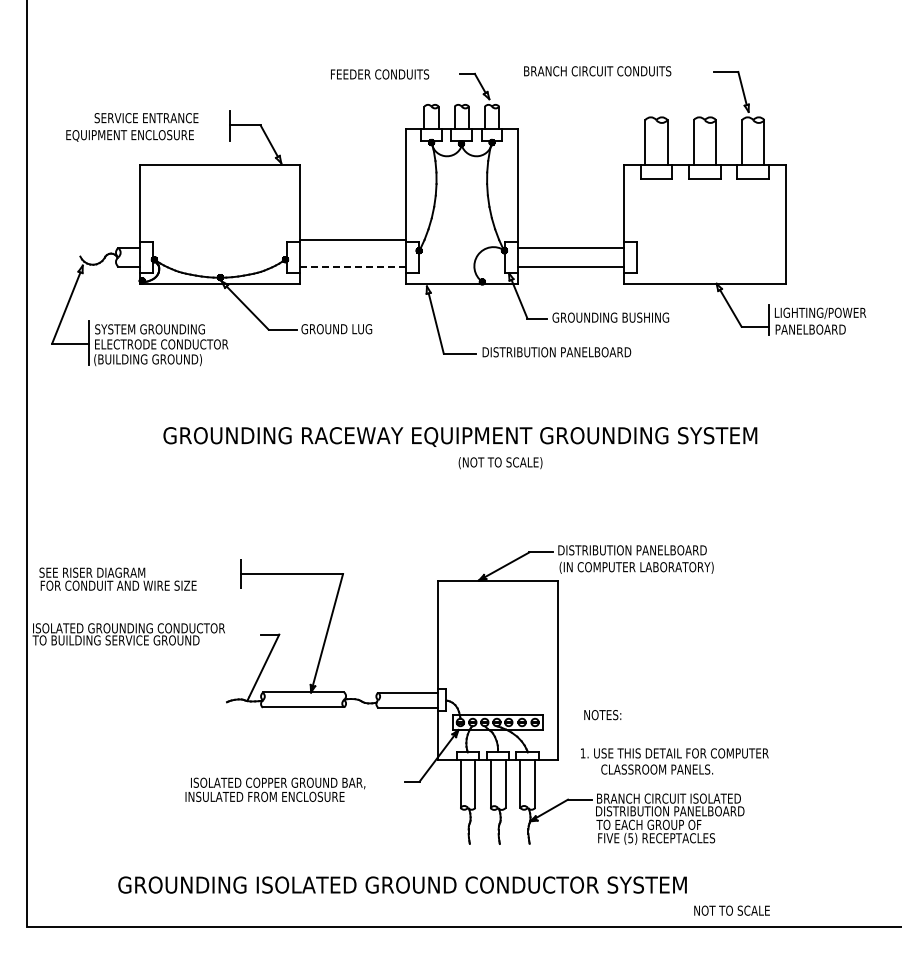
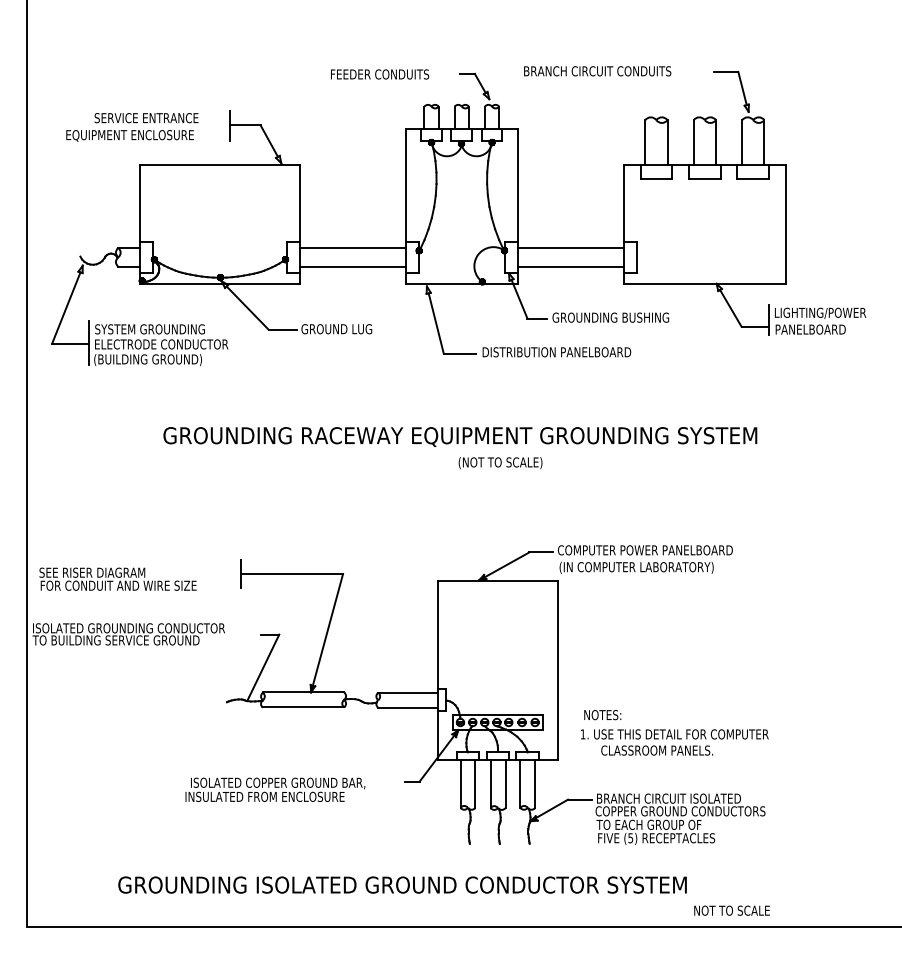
line at (352, 240) position: (352, 240) -> (352, 248)
line at (353, 266): dashed -> solid
text at (644, 550): DISTRIBUTION PANELBOARD -> COMPUTER POWER PANELBOARD
text at (674, 761) position: (674, 761) -> (674, 742)
text at (680, 811): DISTRIBUTION PANELBOARD -> COPPER GROUND CONDUCTORS
